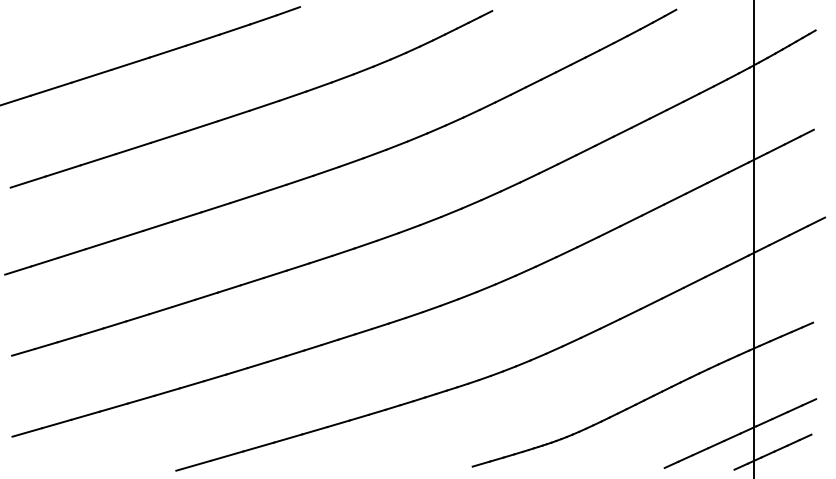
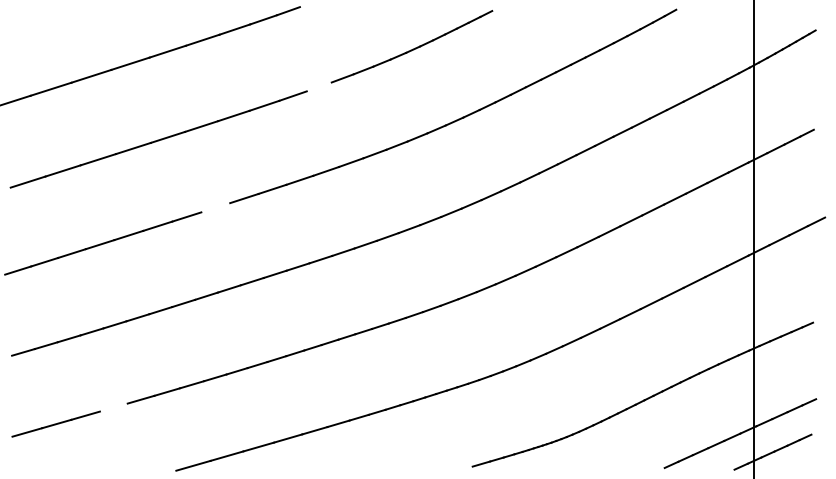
line at (318, 86): present -> none
line at (215, 207): present -> none
line at (113, 407): present -> none
